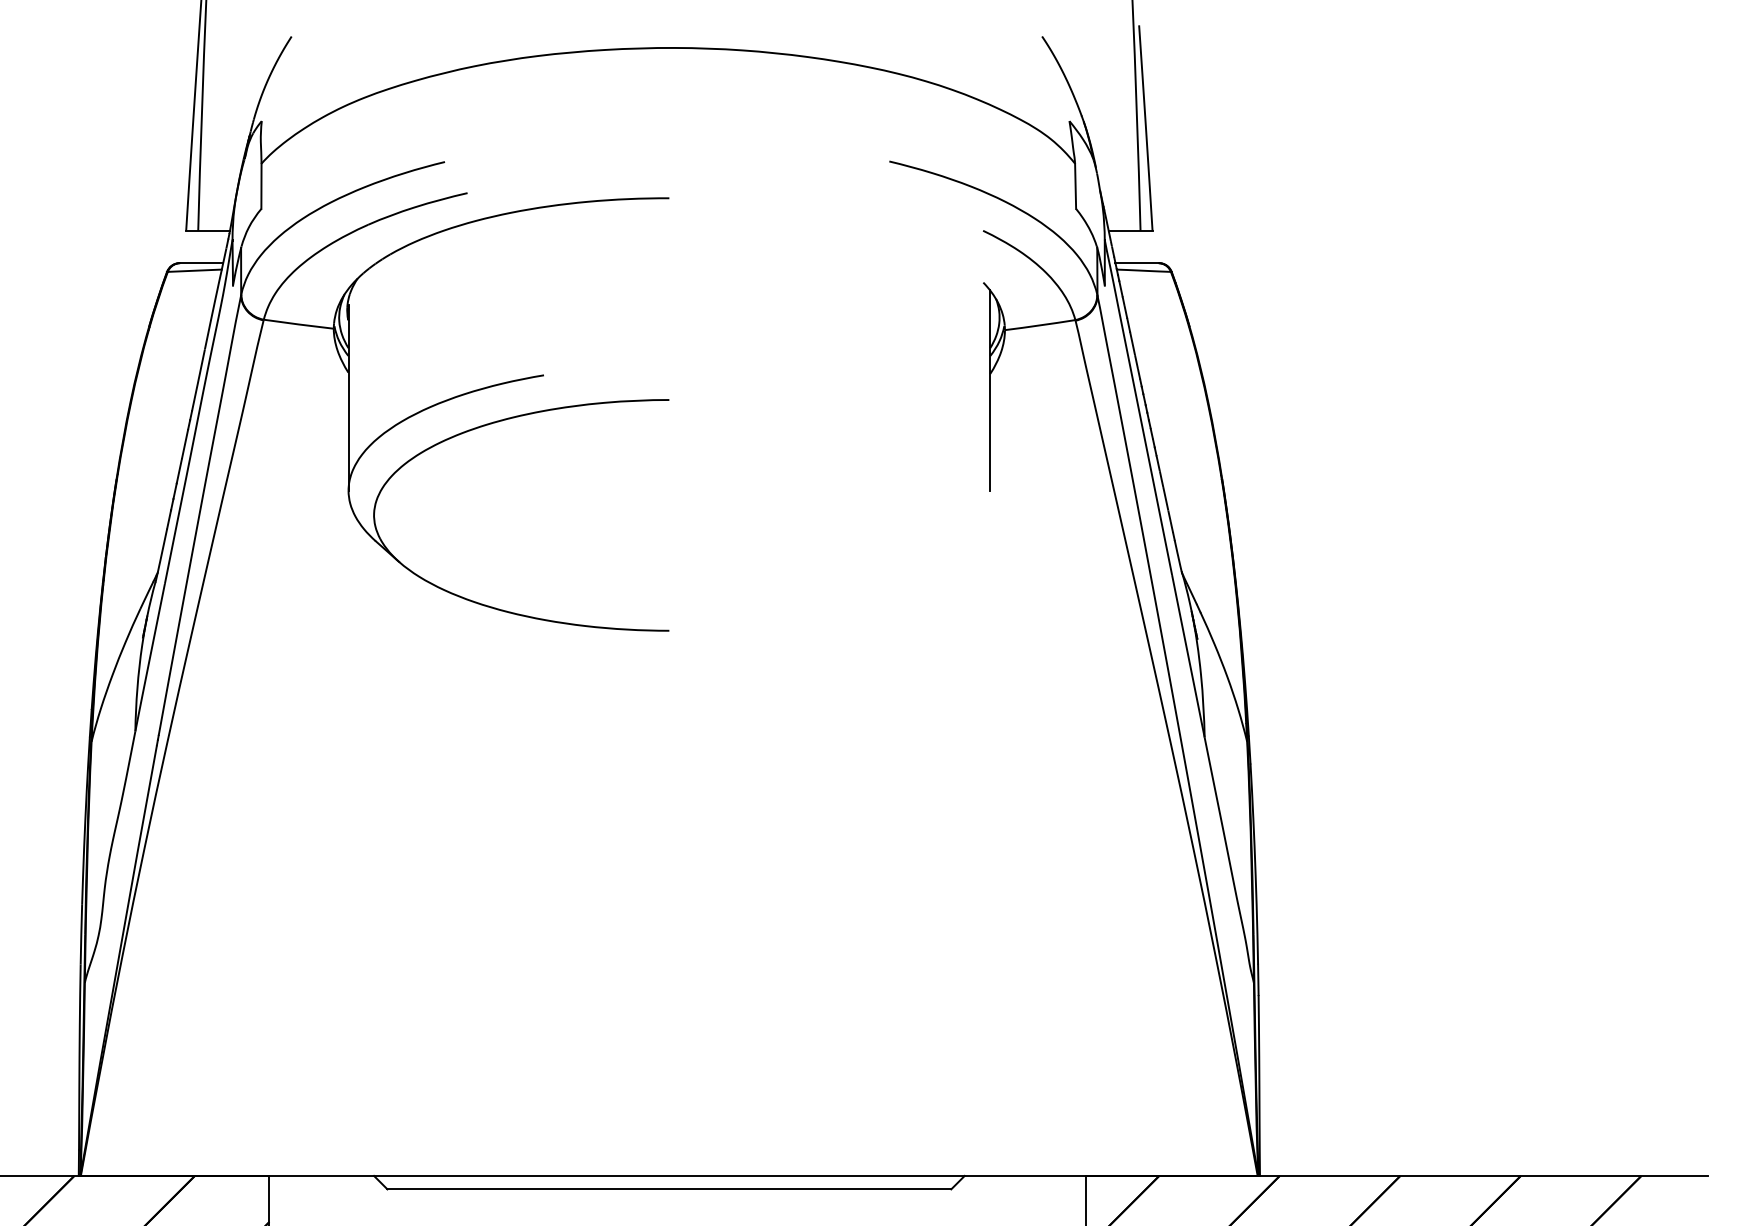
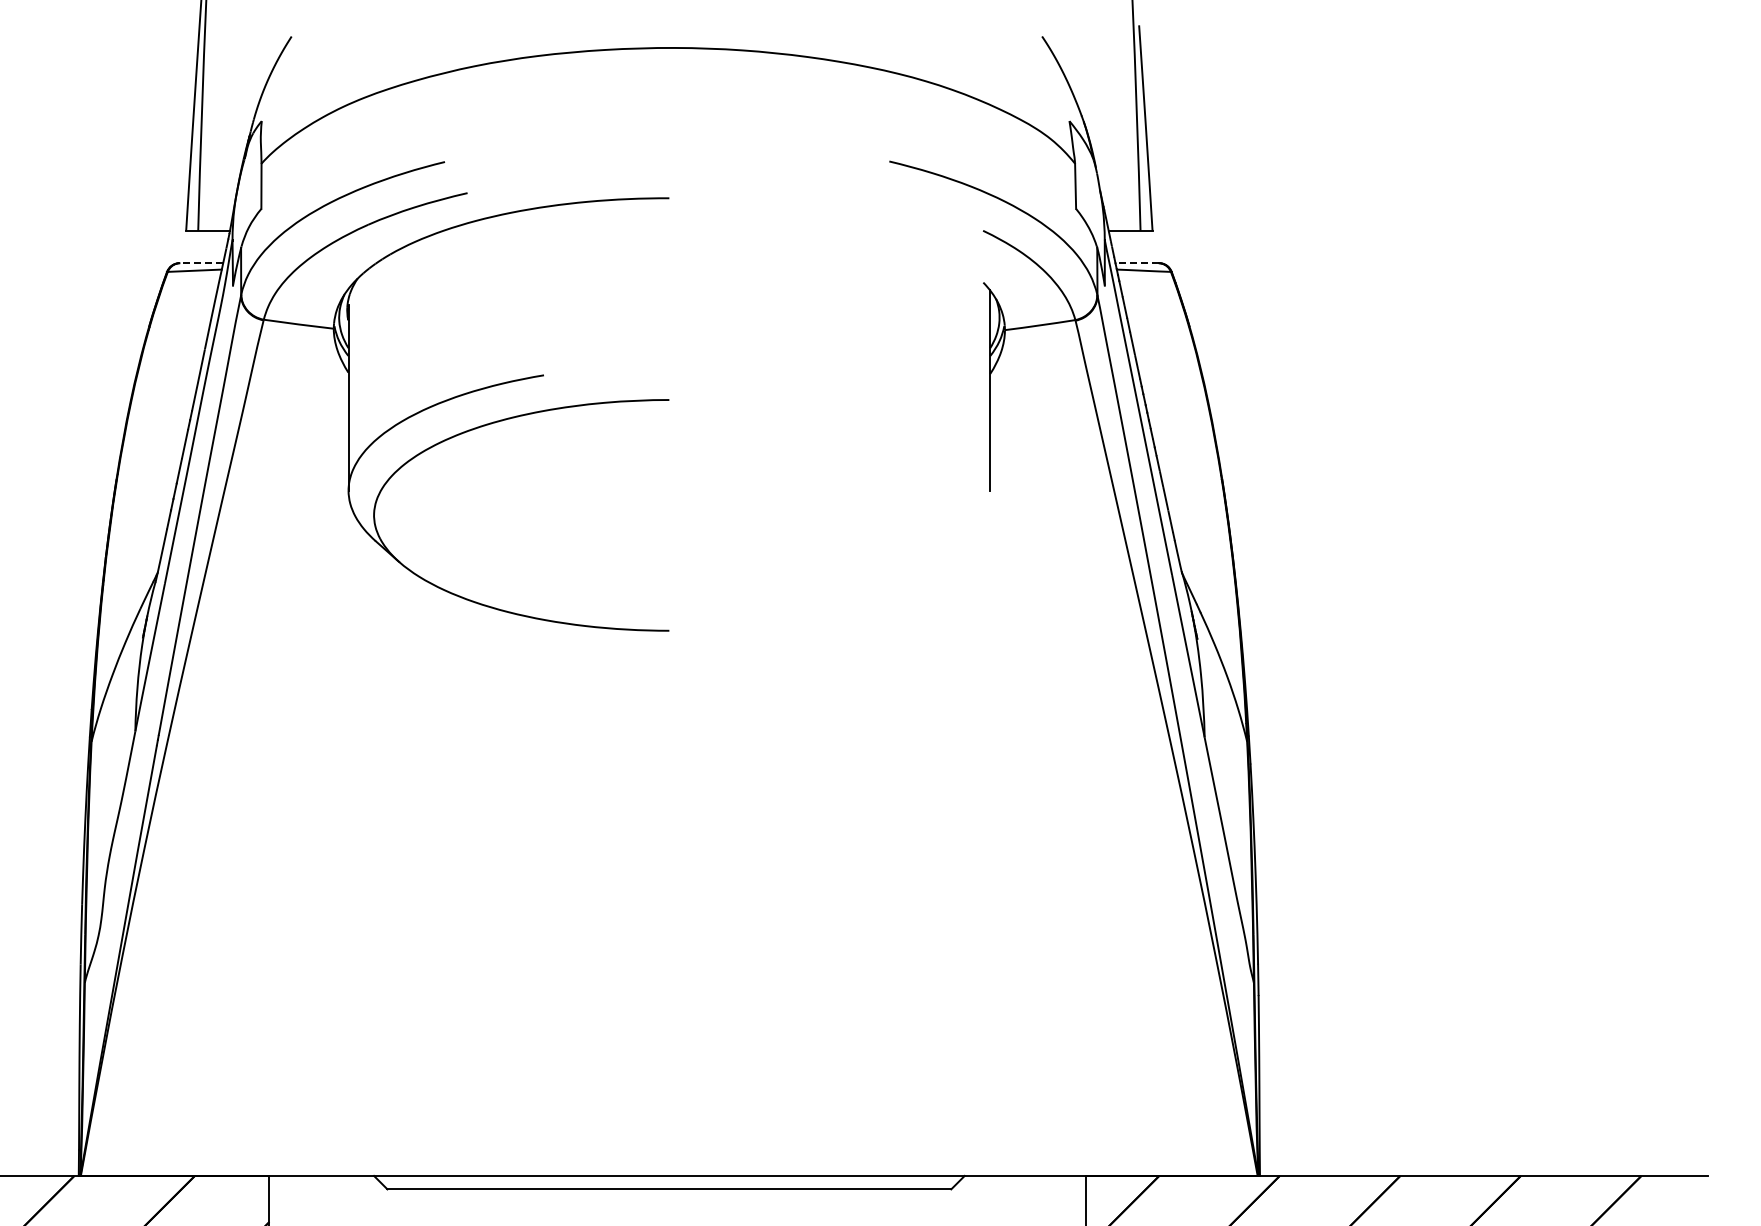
line at (201, 263): solid -> dashed
line at (1137, 263): solid -> dashed
